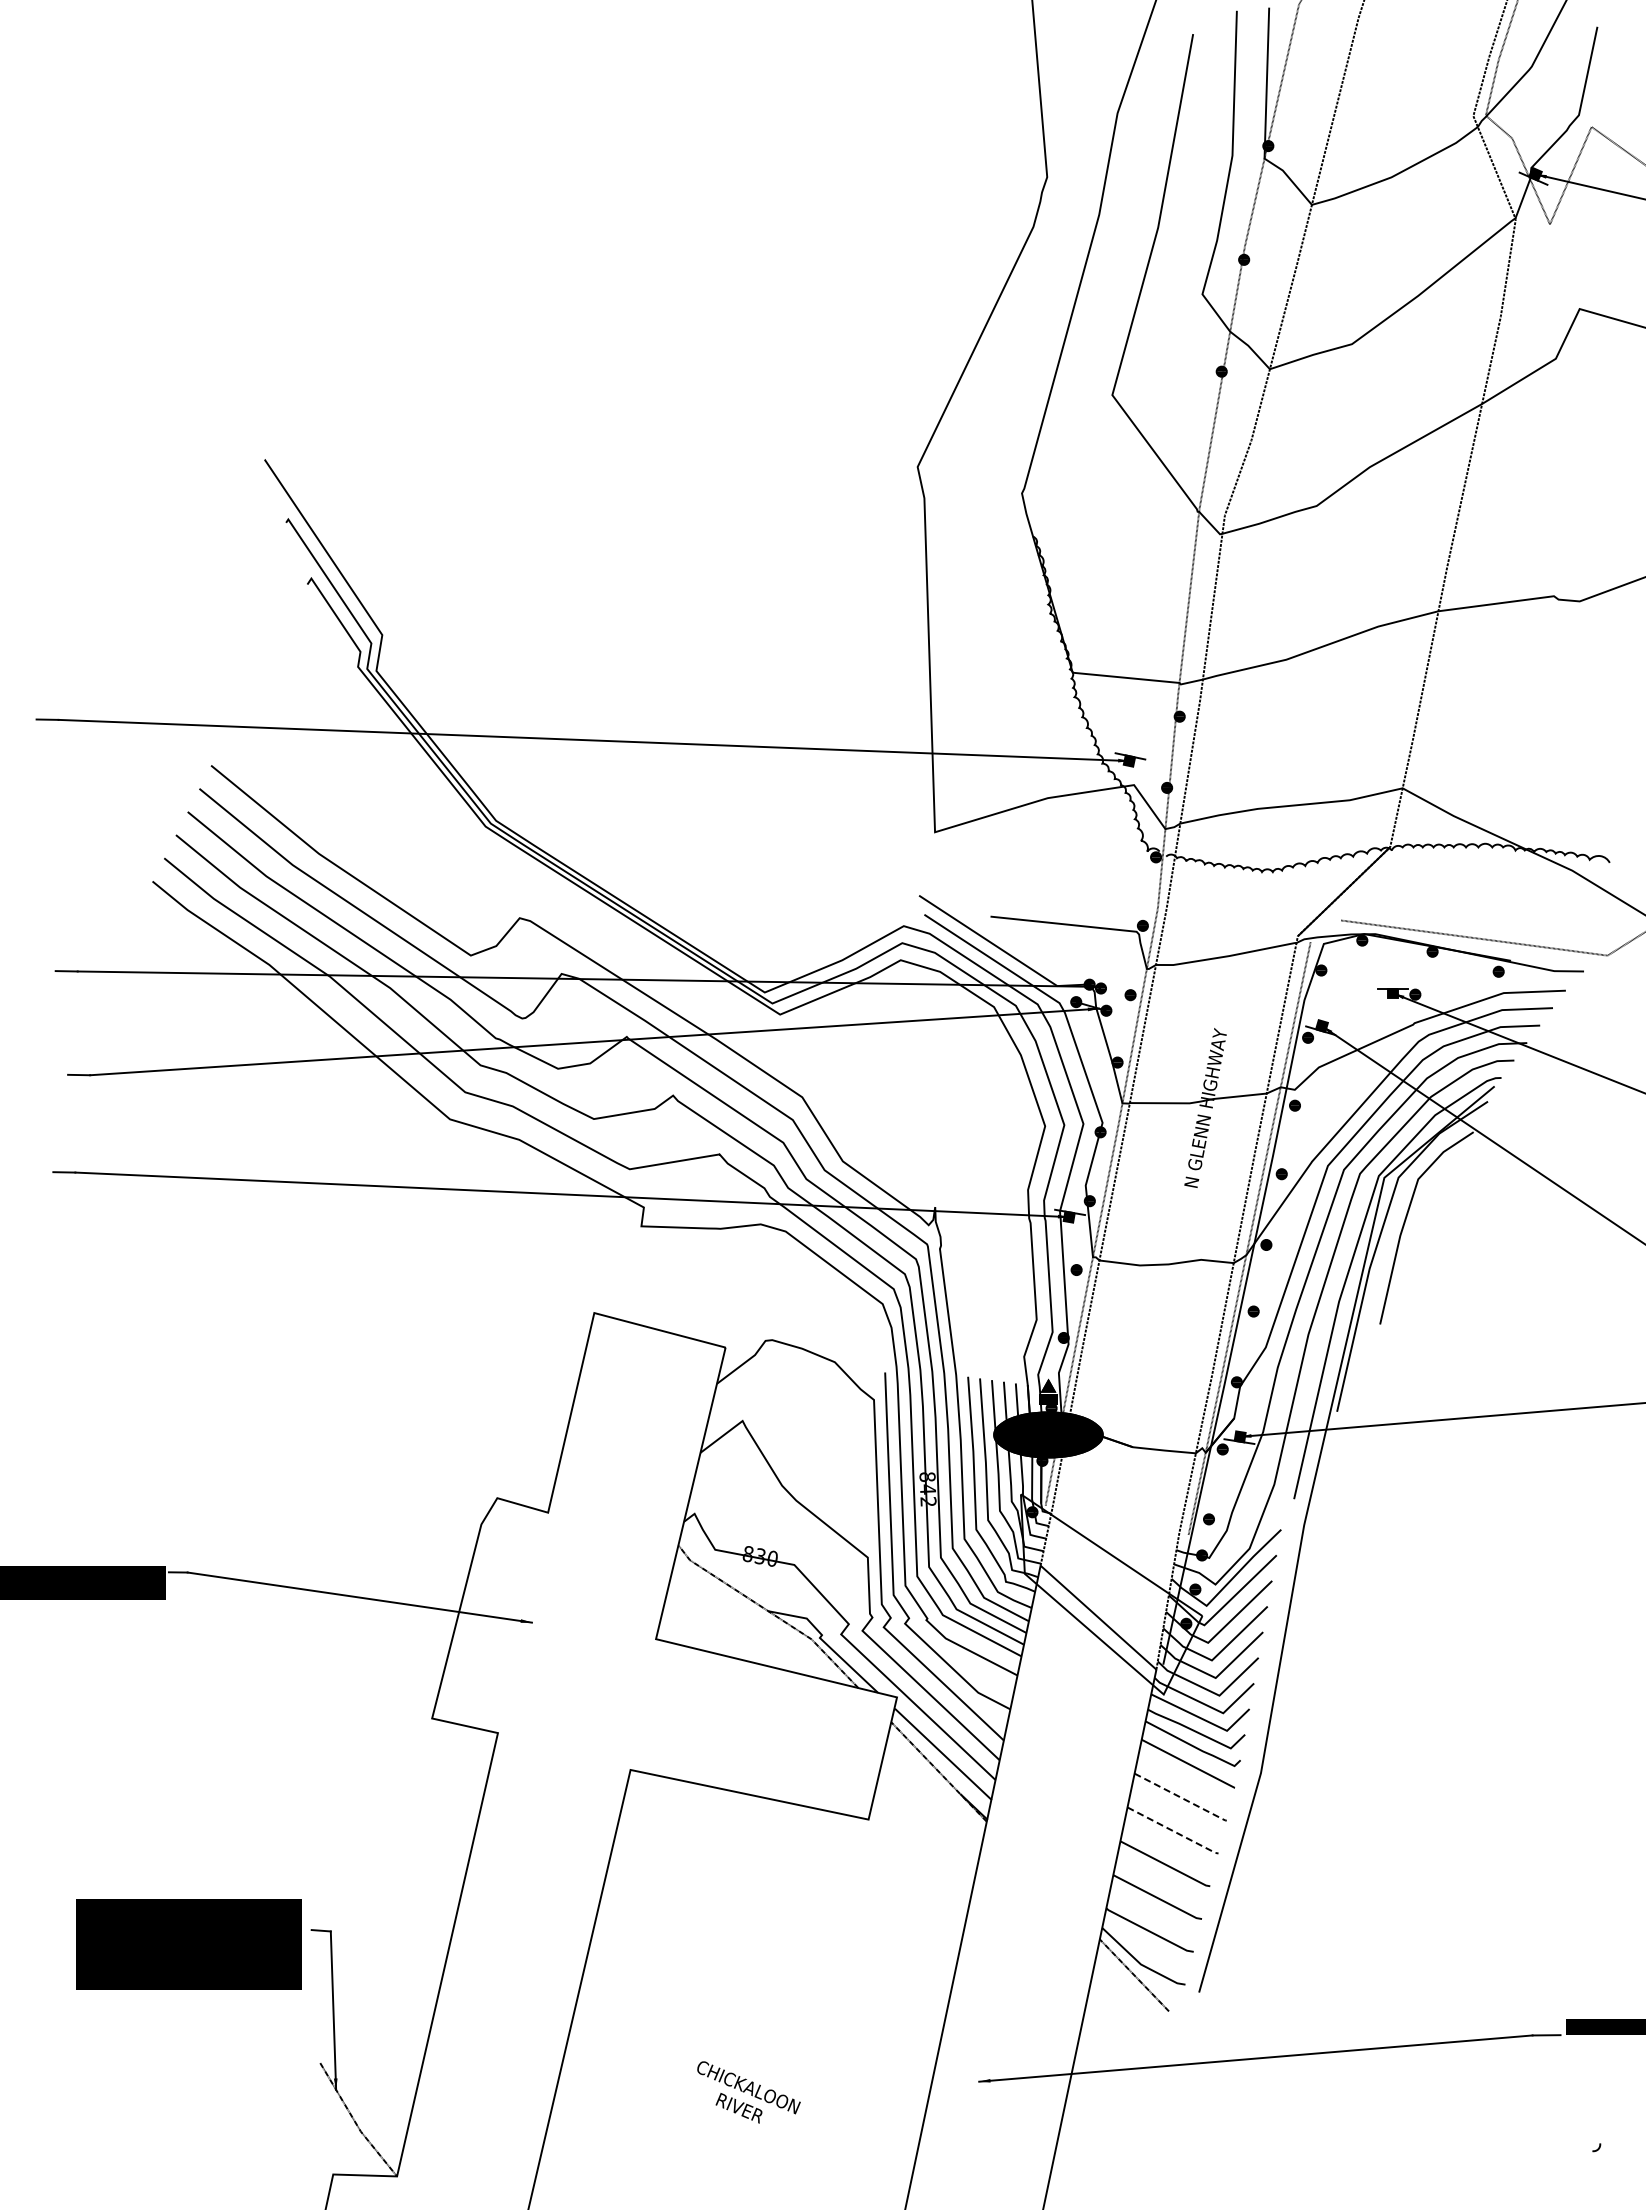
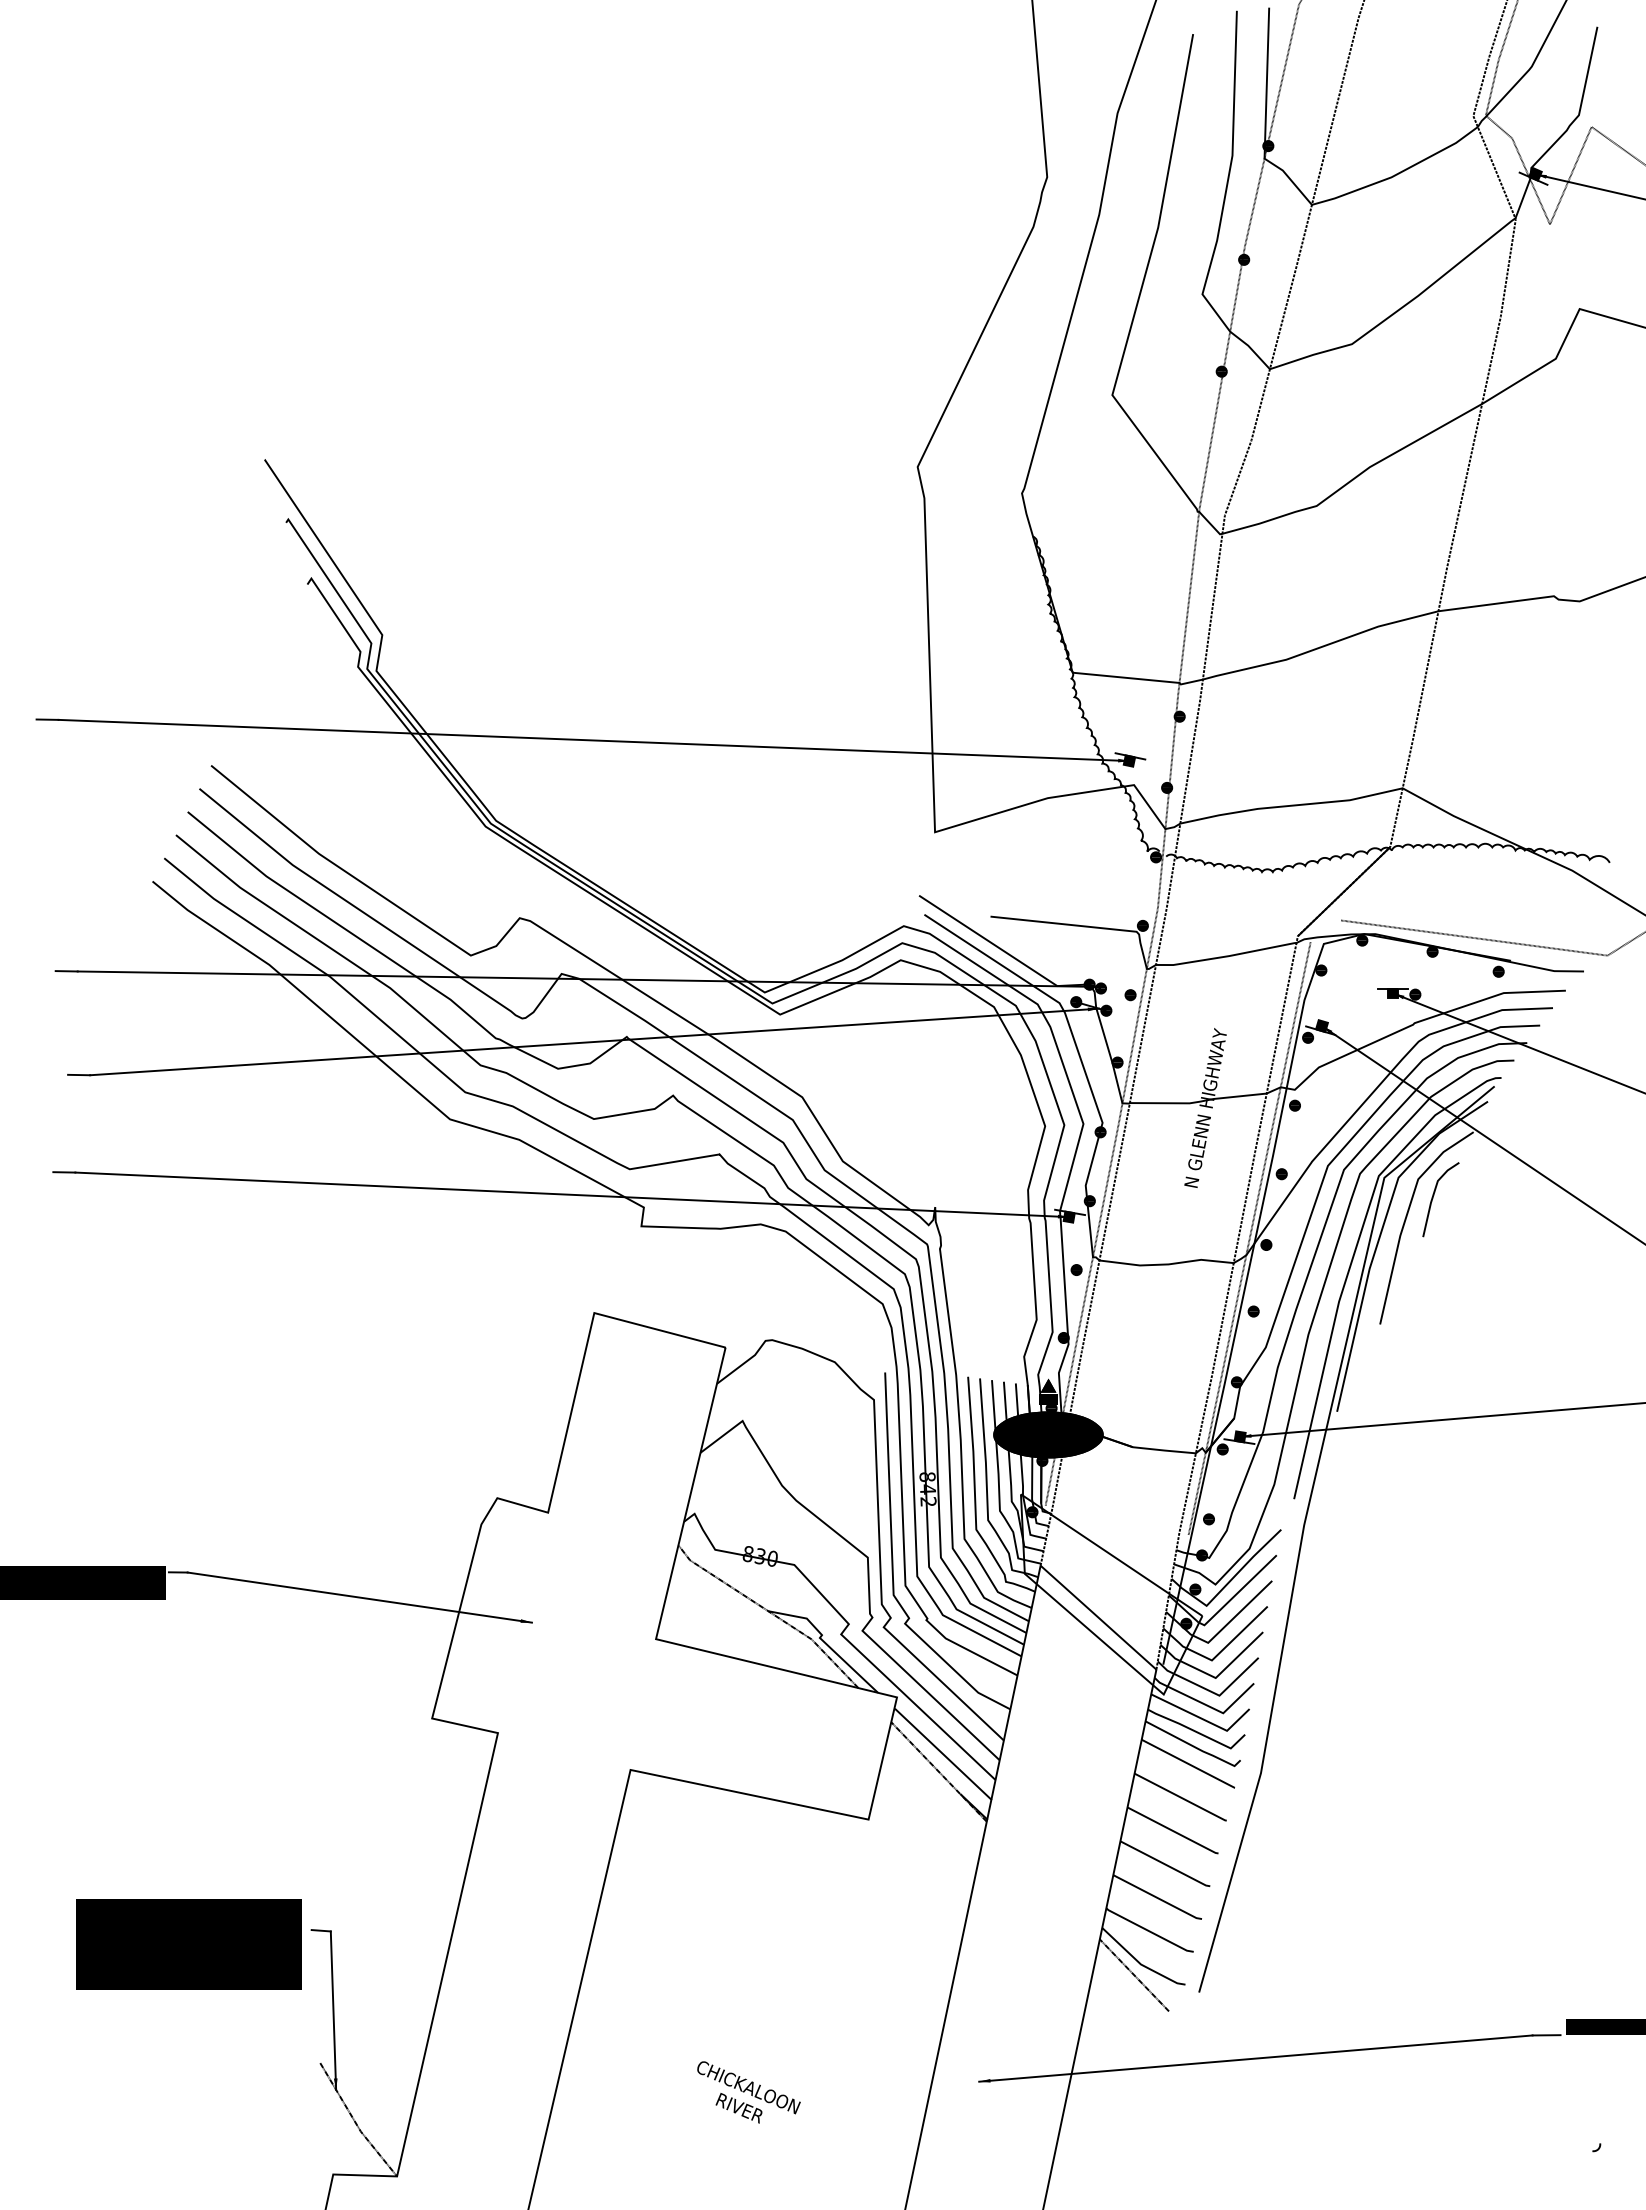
line at (1433, 1198): none -> present
line at (1181, 1797): dashed -> solid
line at (1173, 1831): dashed -> solid
